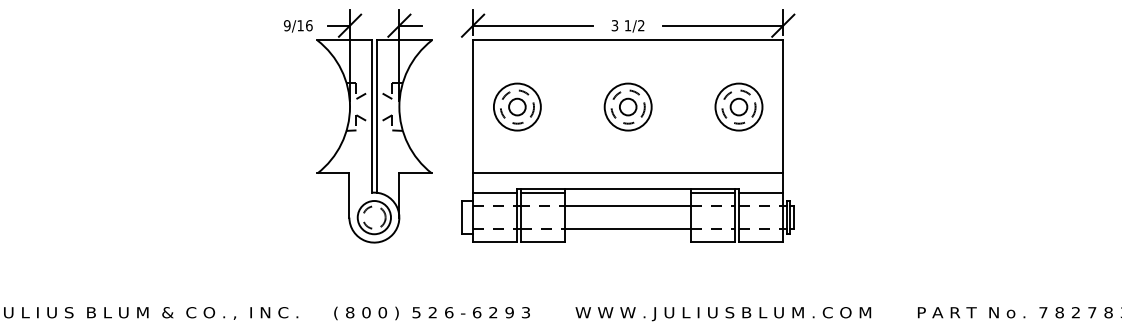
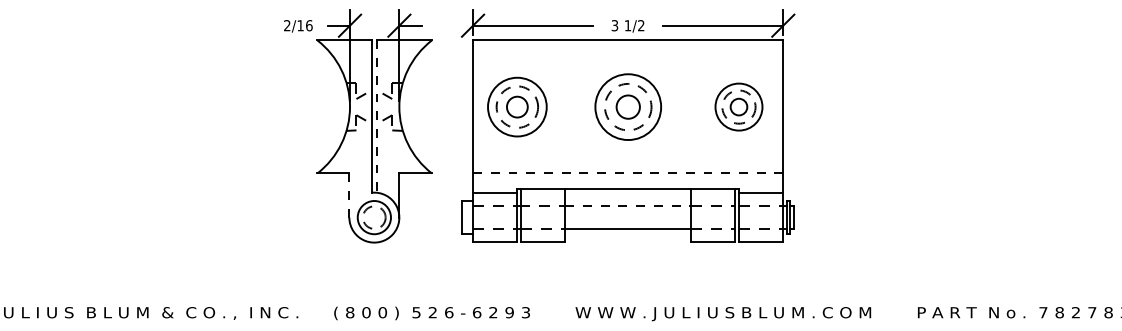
text at (286, 25): 9/16 -> 2/16
part at (517, 106) size: 49x50 px -> 61x62 px
part at (627, 106) size: 50x50 px -> 68x68 px
line at (377, 117): solid -> dashed
line at (628, 173): solid -> dashed
line at (542, 192): present -> none
line at (713, 192): present -> none
line at (349, 196): solid -> dashed
line at (628, 206): solid -> dashed
